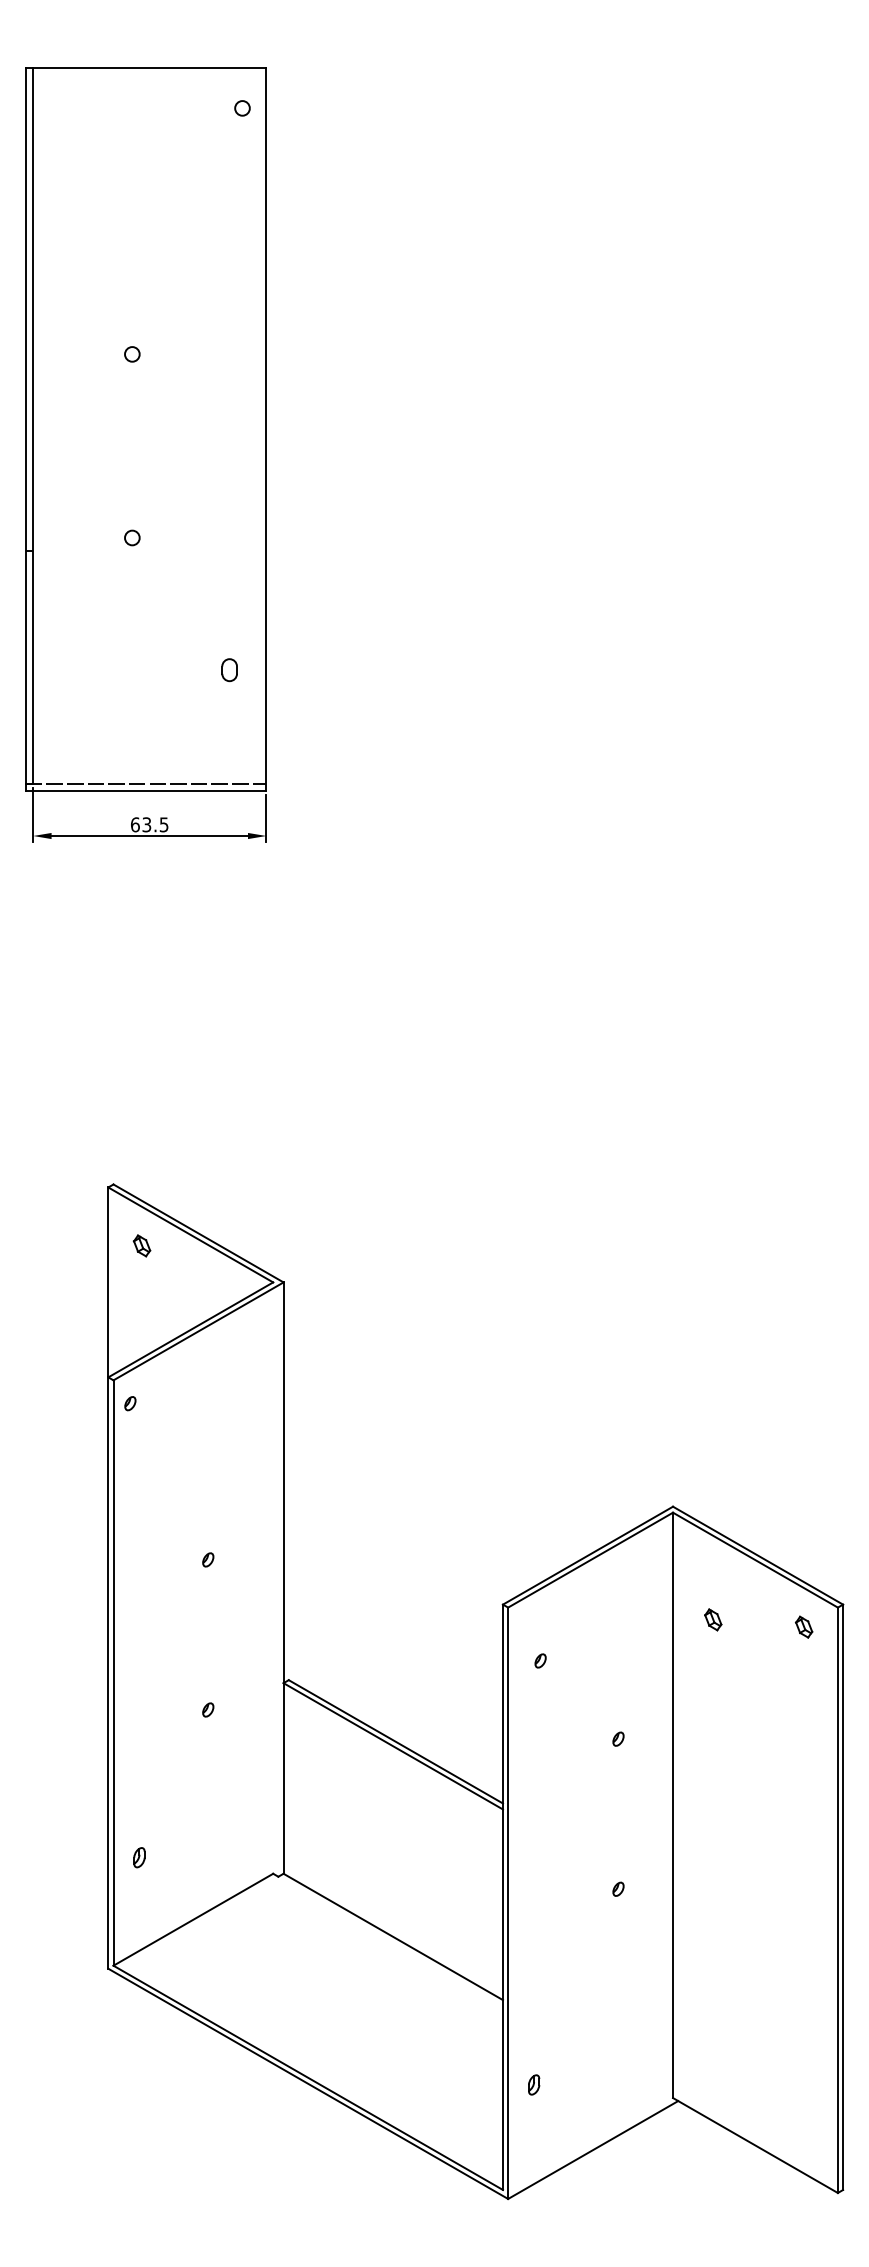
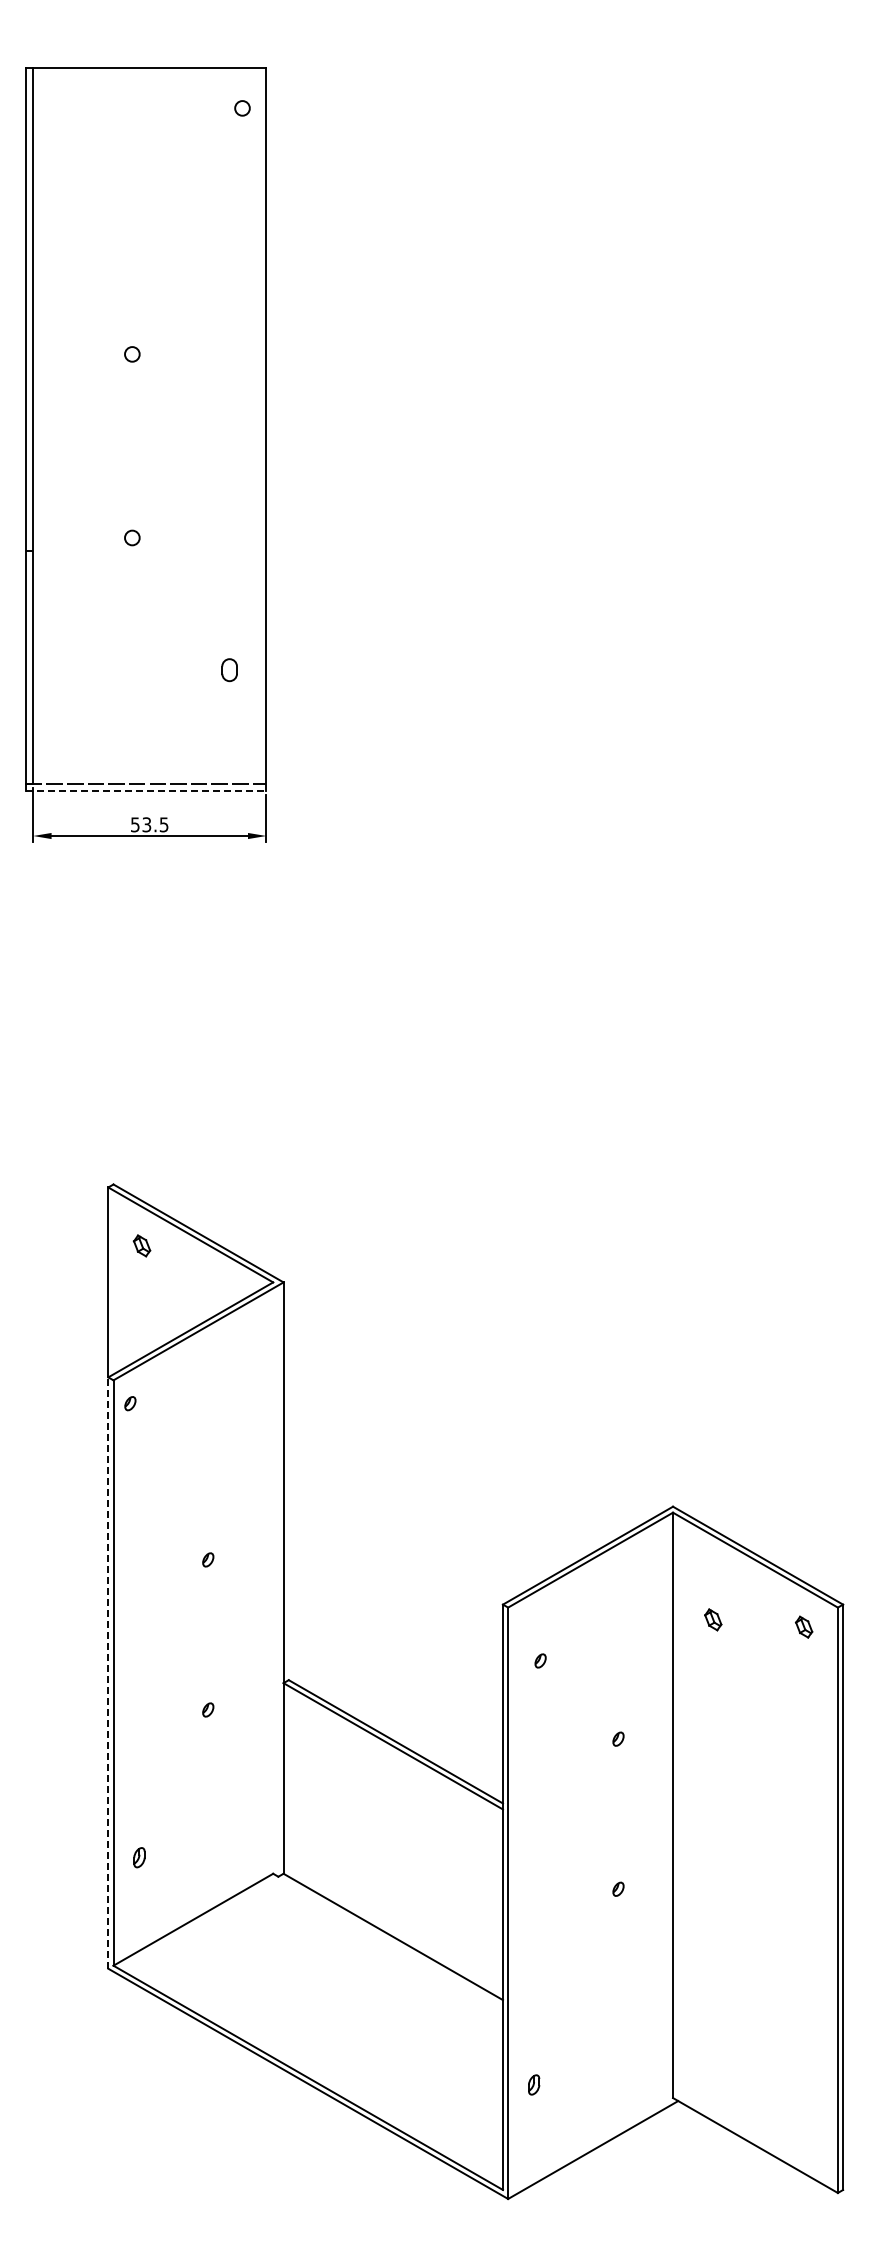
line at (146, 791): solid -> dashed
text at (135, 824): 63.5 -> 53.5
line at (108, 1673): solid -> dashed
